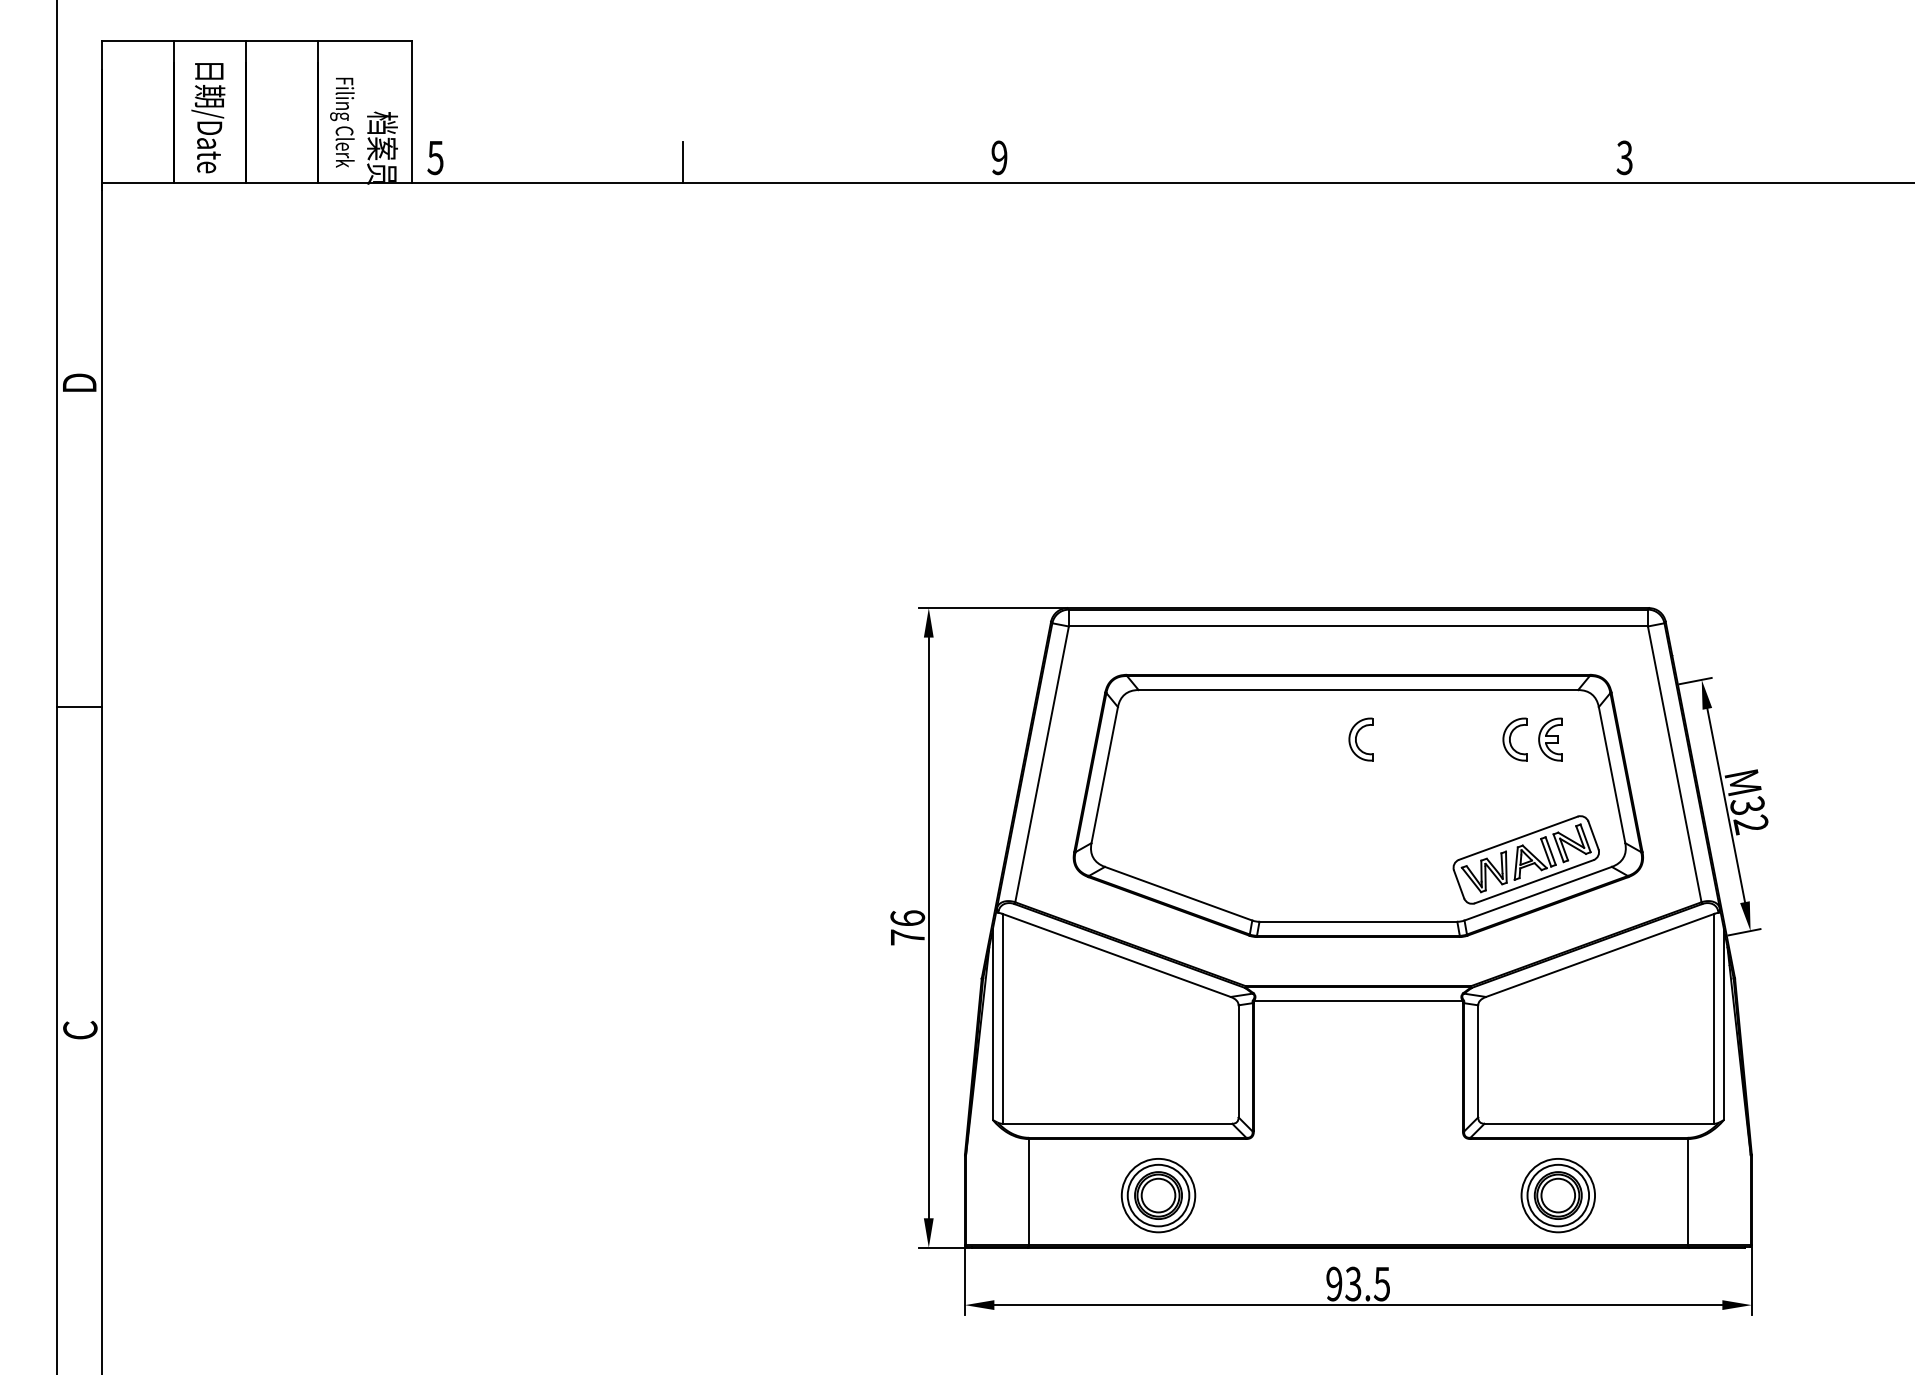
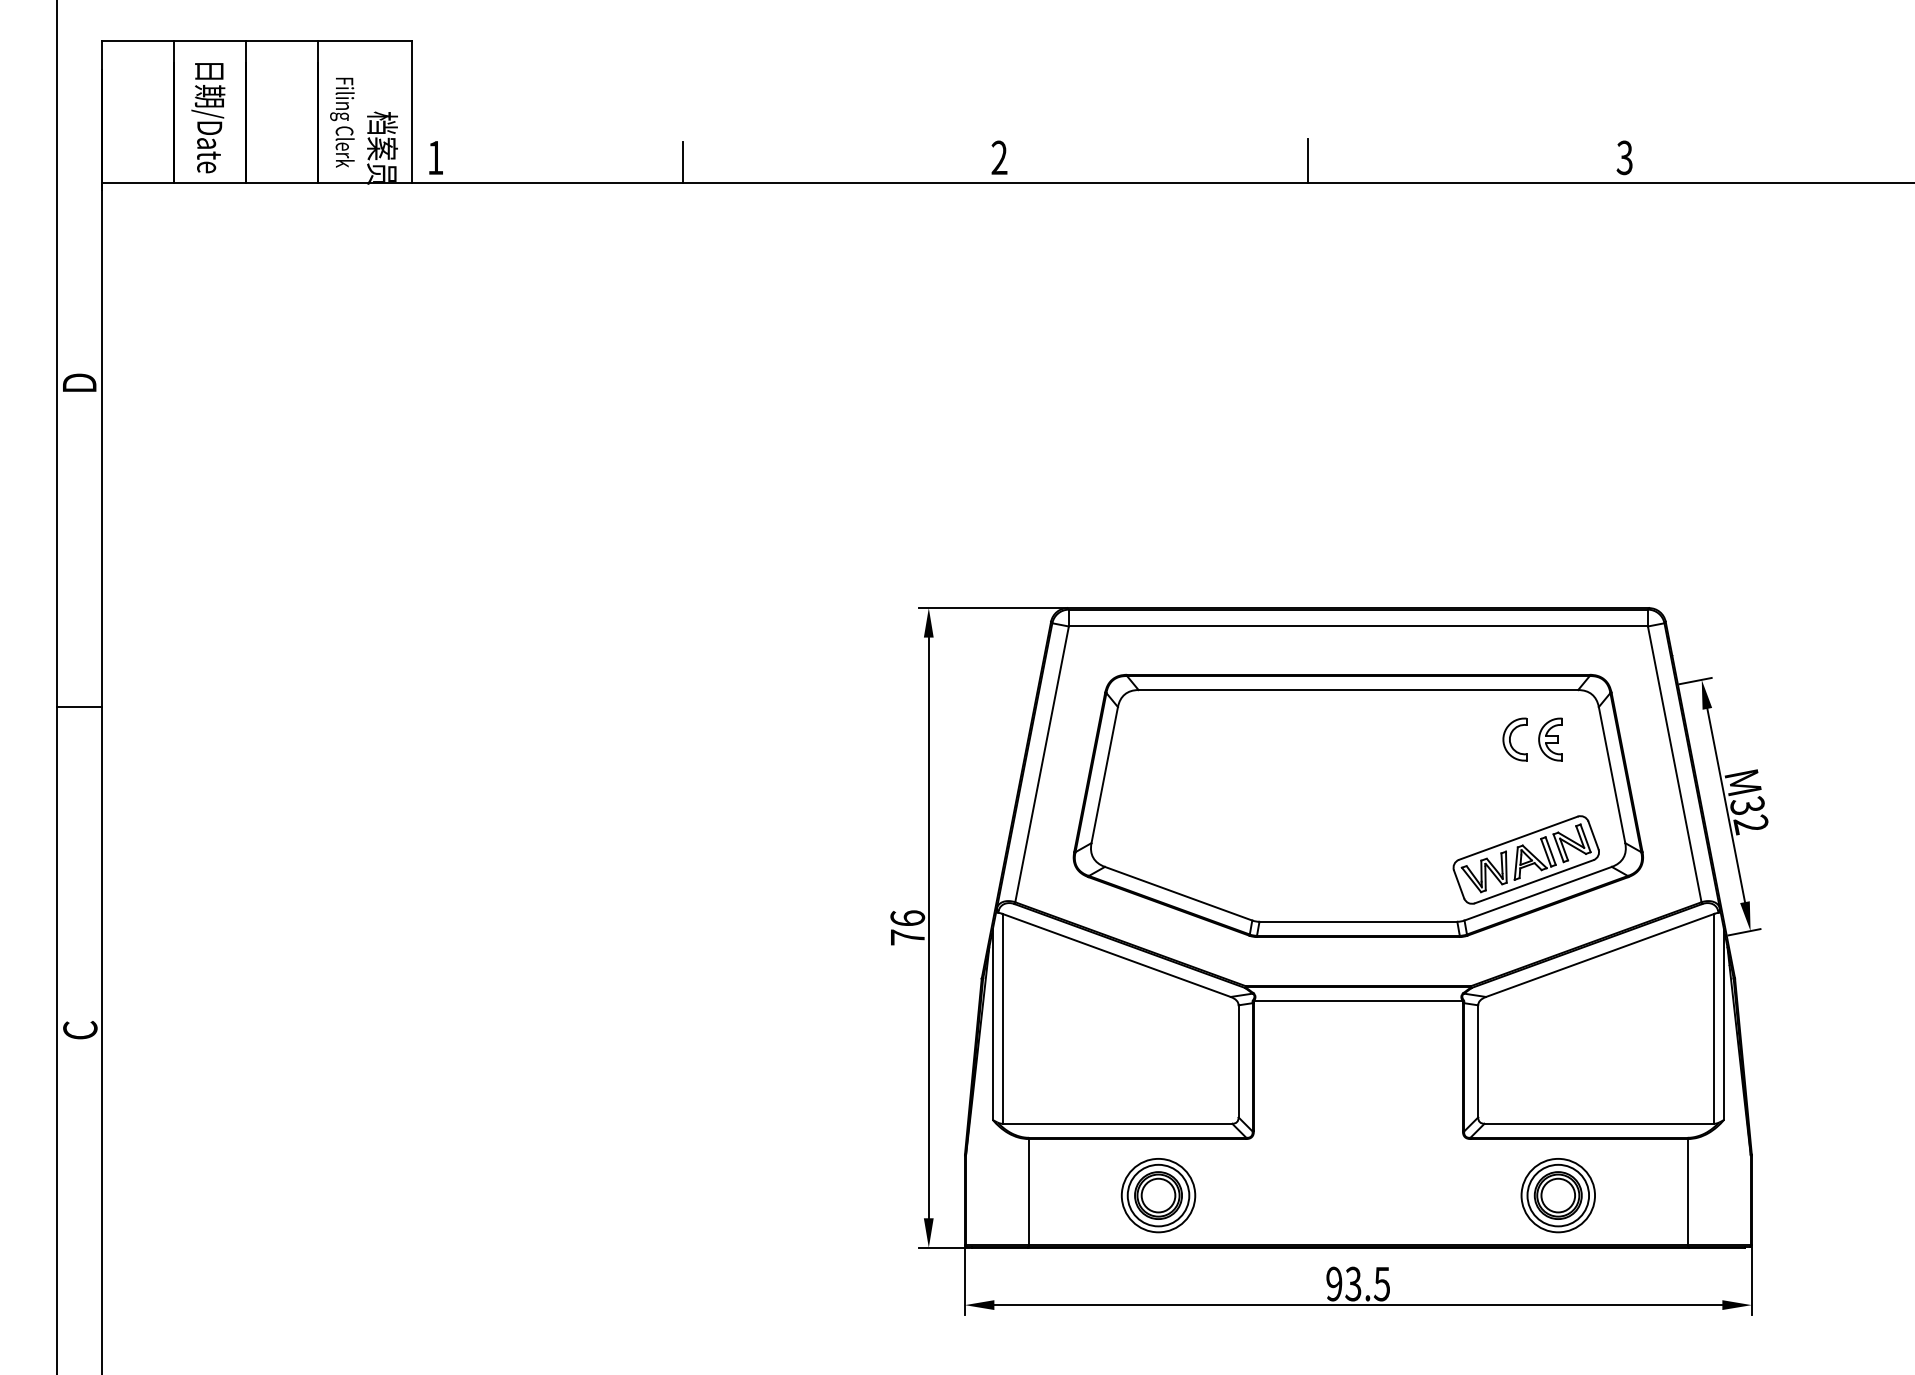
text at (999, 157): 9 -> 2
text at (435, 158): 5 -> 1
line at (1308, 160): none -> present
part at (1360, 739): present -> none
